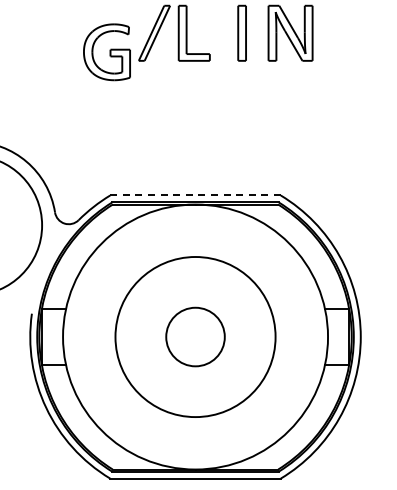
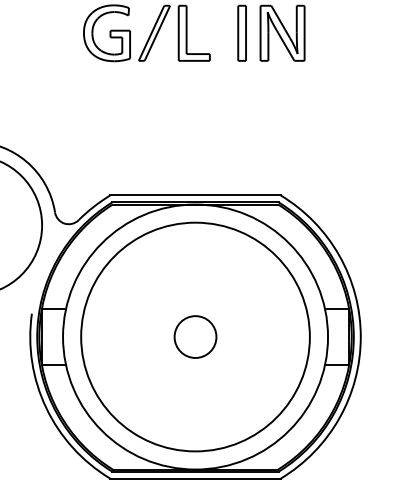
part at (290, 32) position: (290, 32) -> (282, 32)
part at (106, 52) position: (106, 52) -> (106, 33)
line at (195, 195): dashed -> solid
circle at (195, 336) diameter: 59 px -> 42 px
circle at (195, 337) diameter: 160 px -> 229 px
